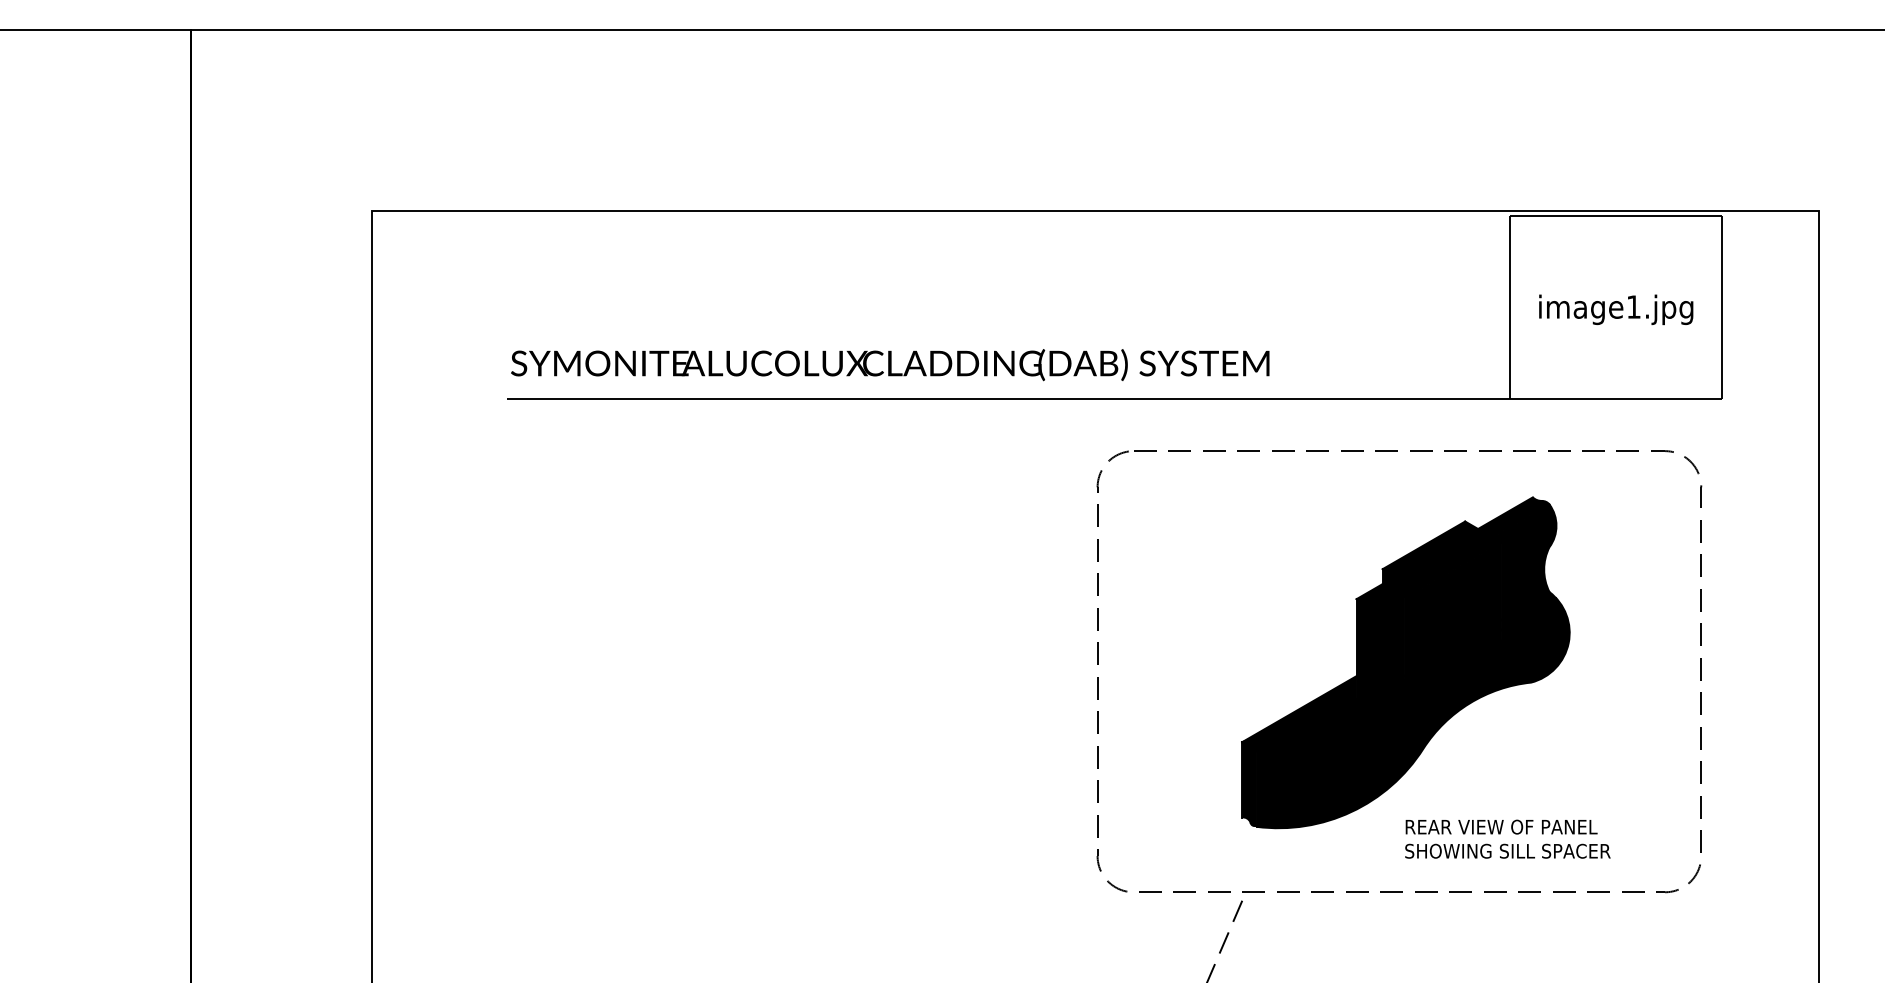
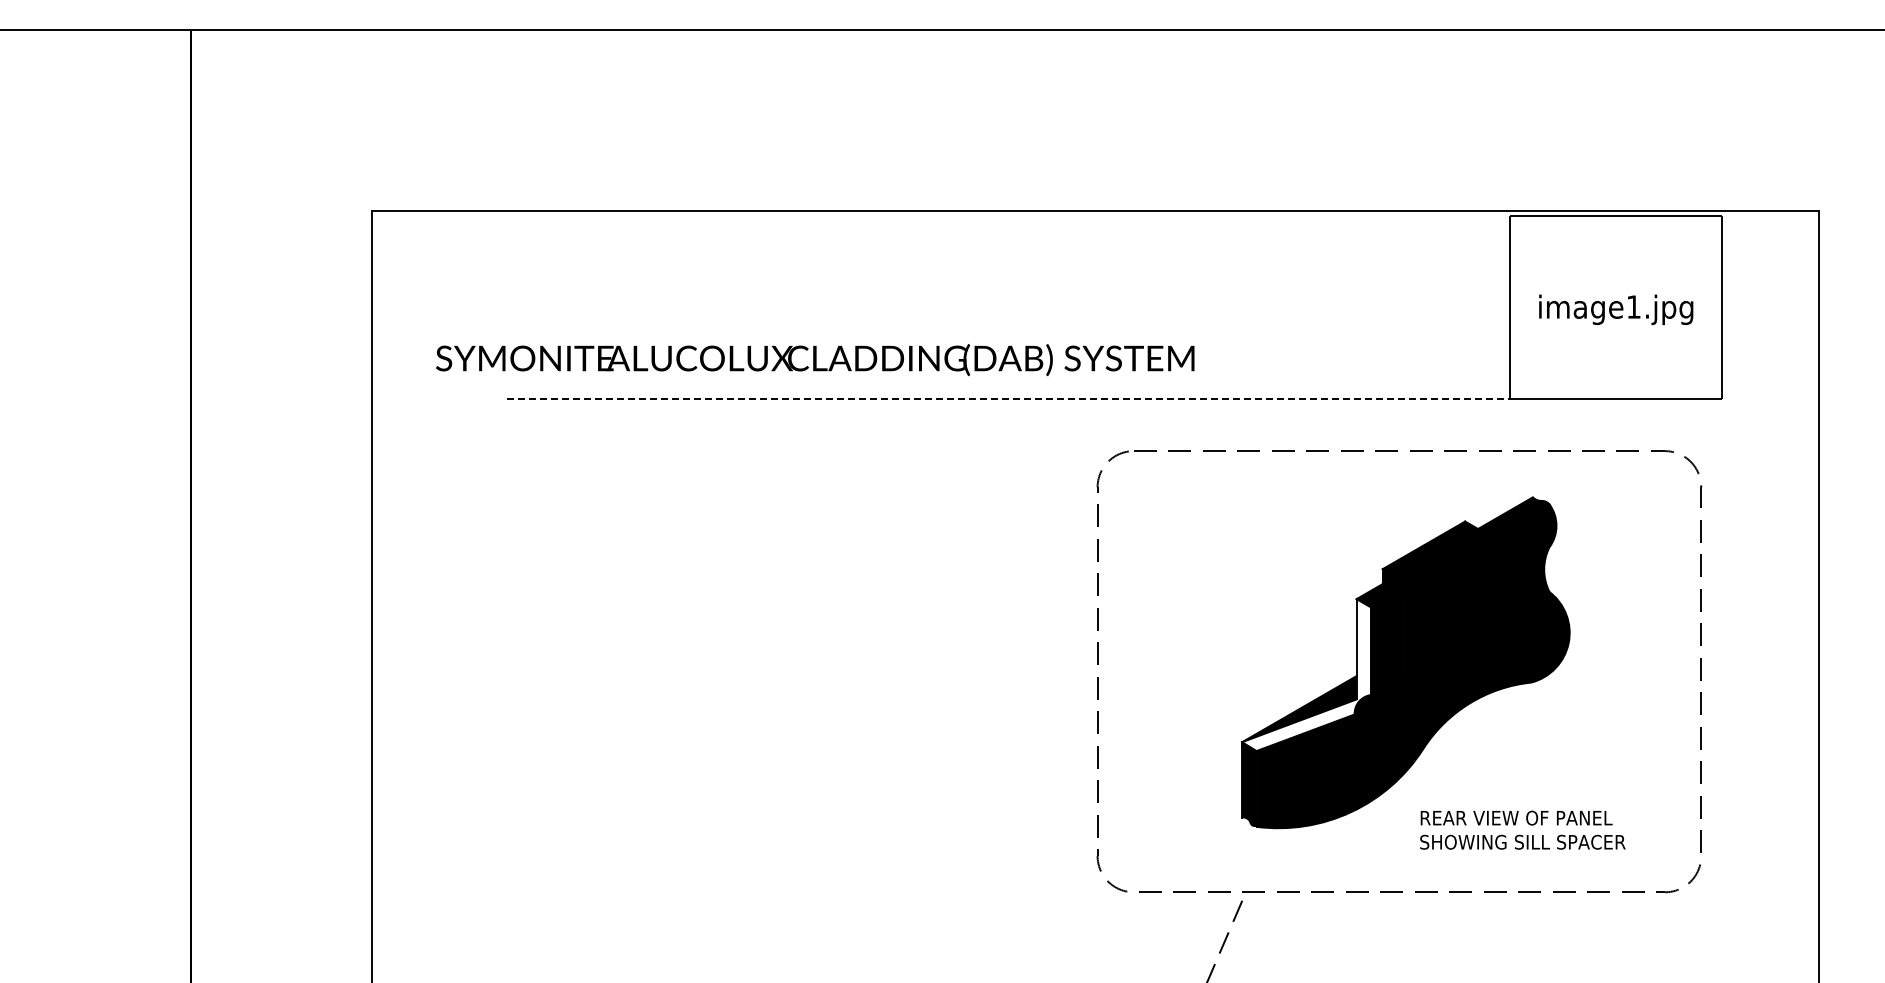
text at (890, 365) position: (890, 365) -> (815, 360)
line at (1008, 398): solid -> dashed
fill at (1306, 675): present -> none
text at (1507, 838) position: (1507, 838) -> (1522, 829)
